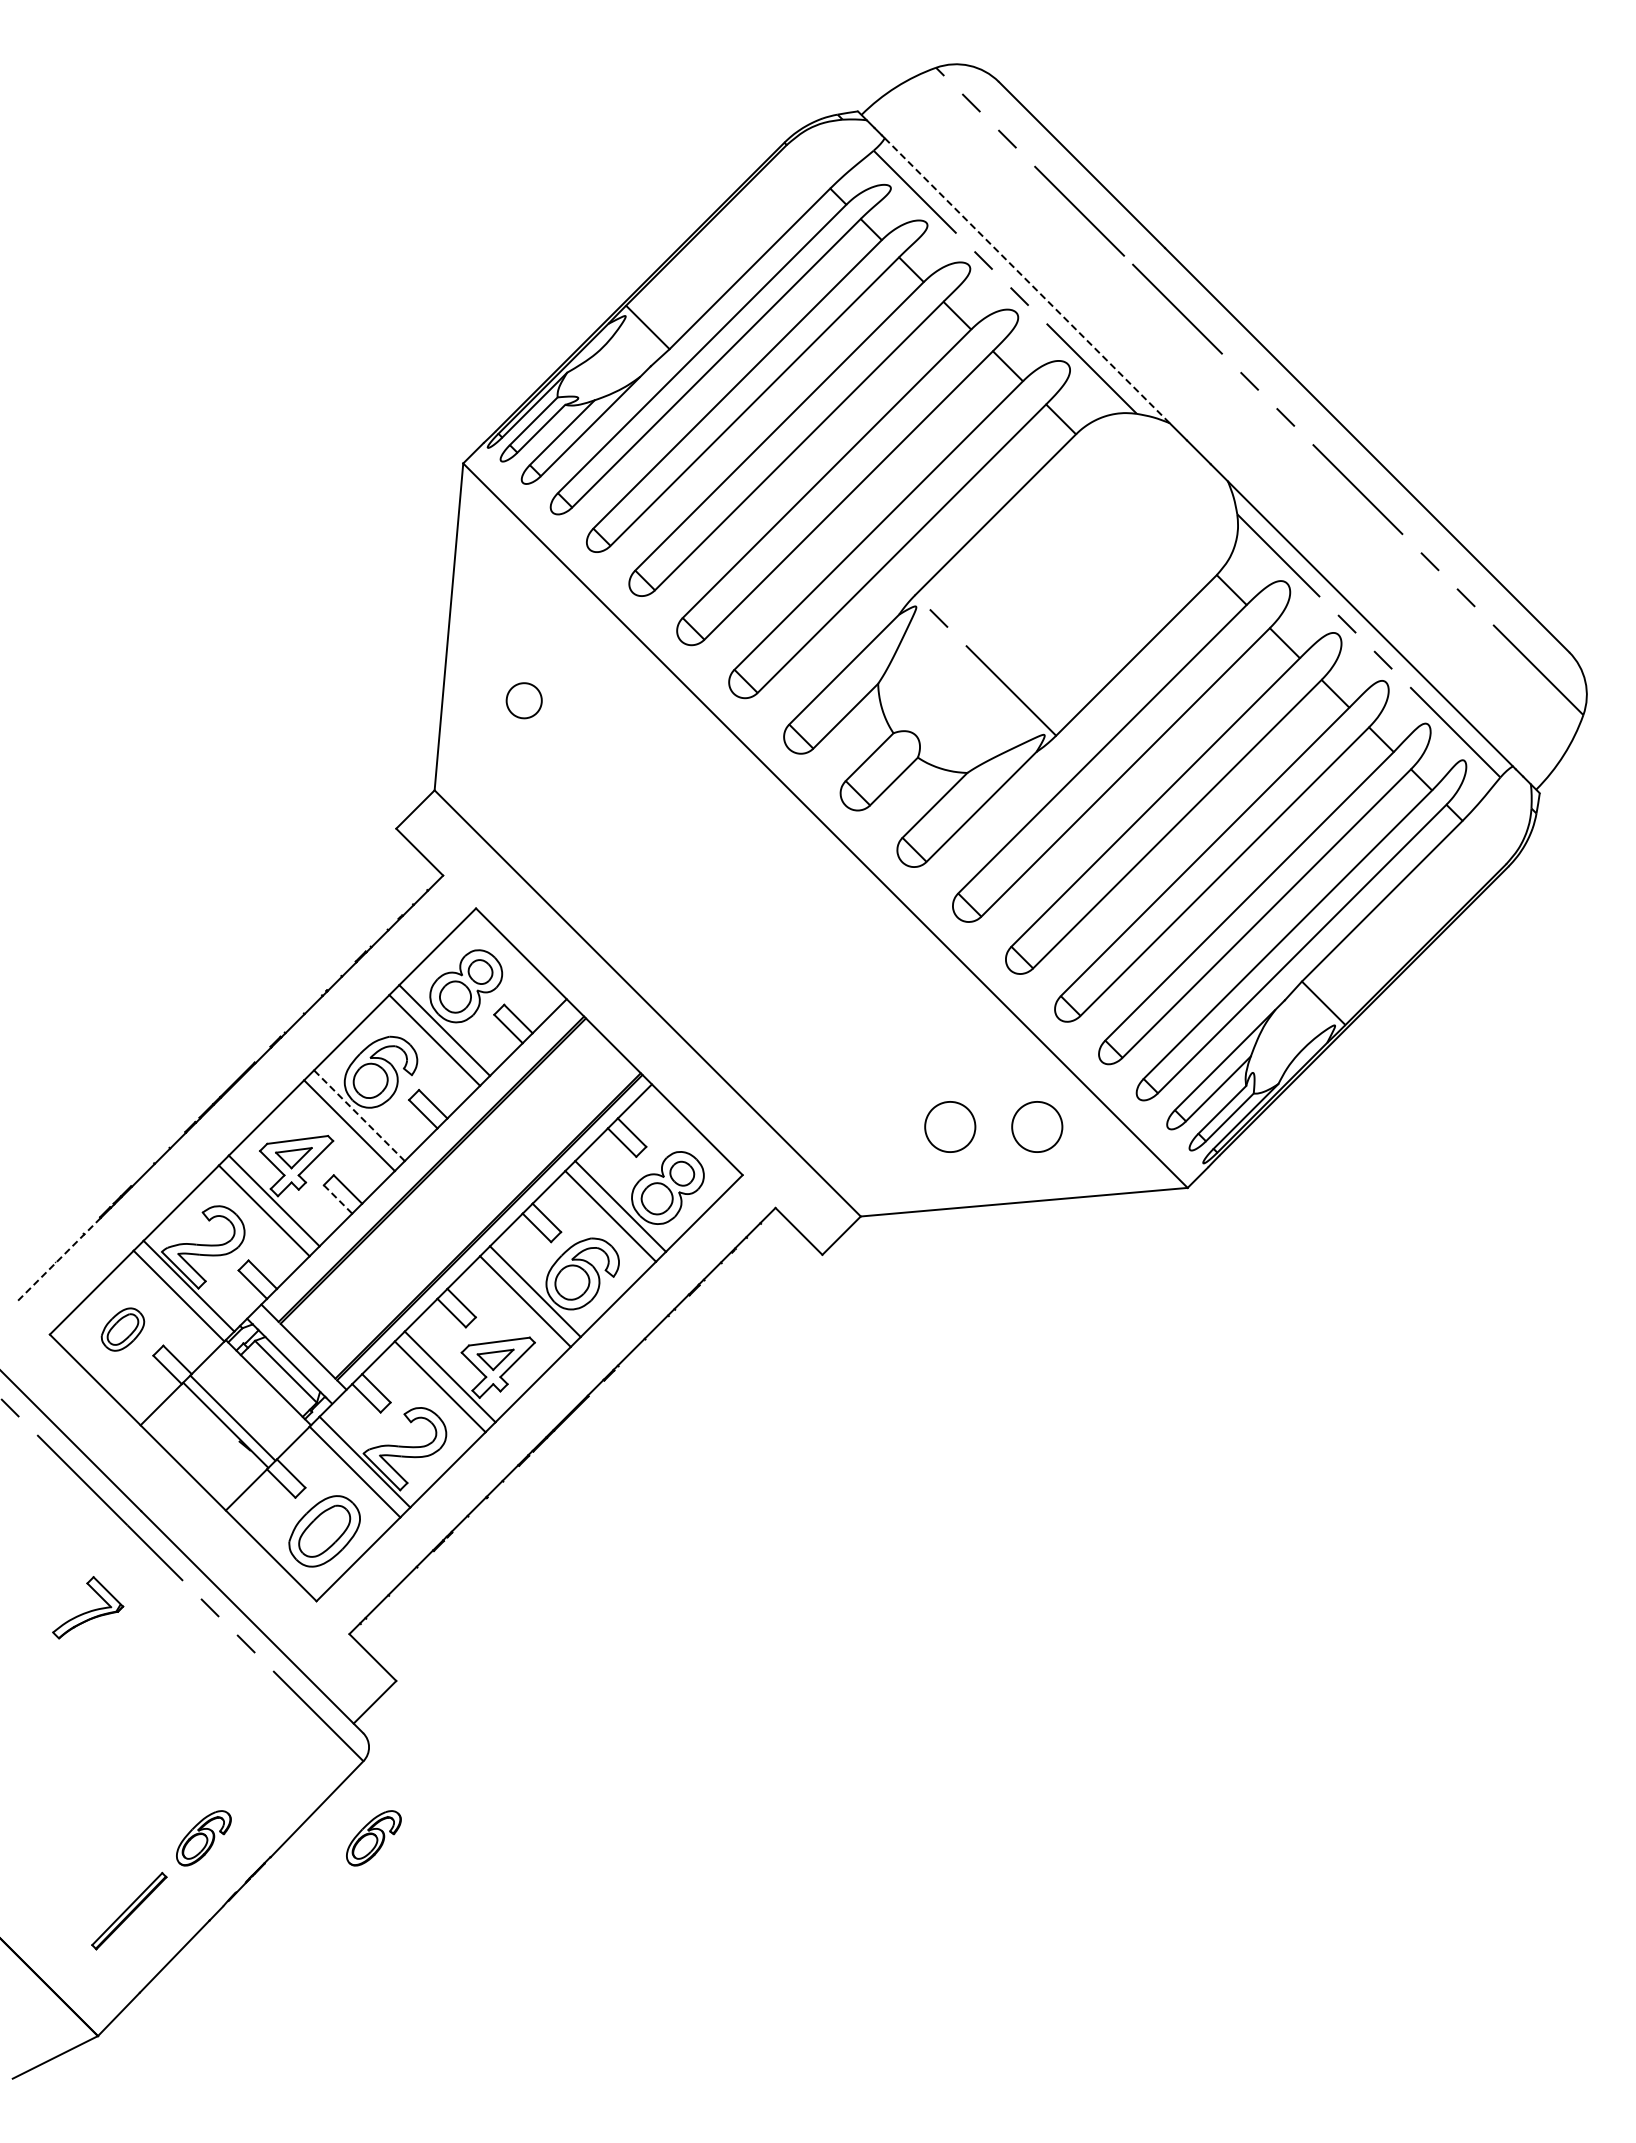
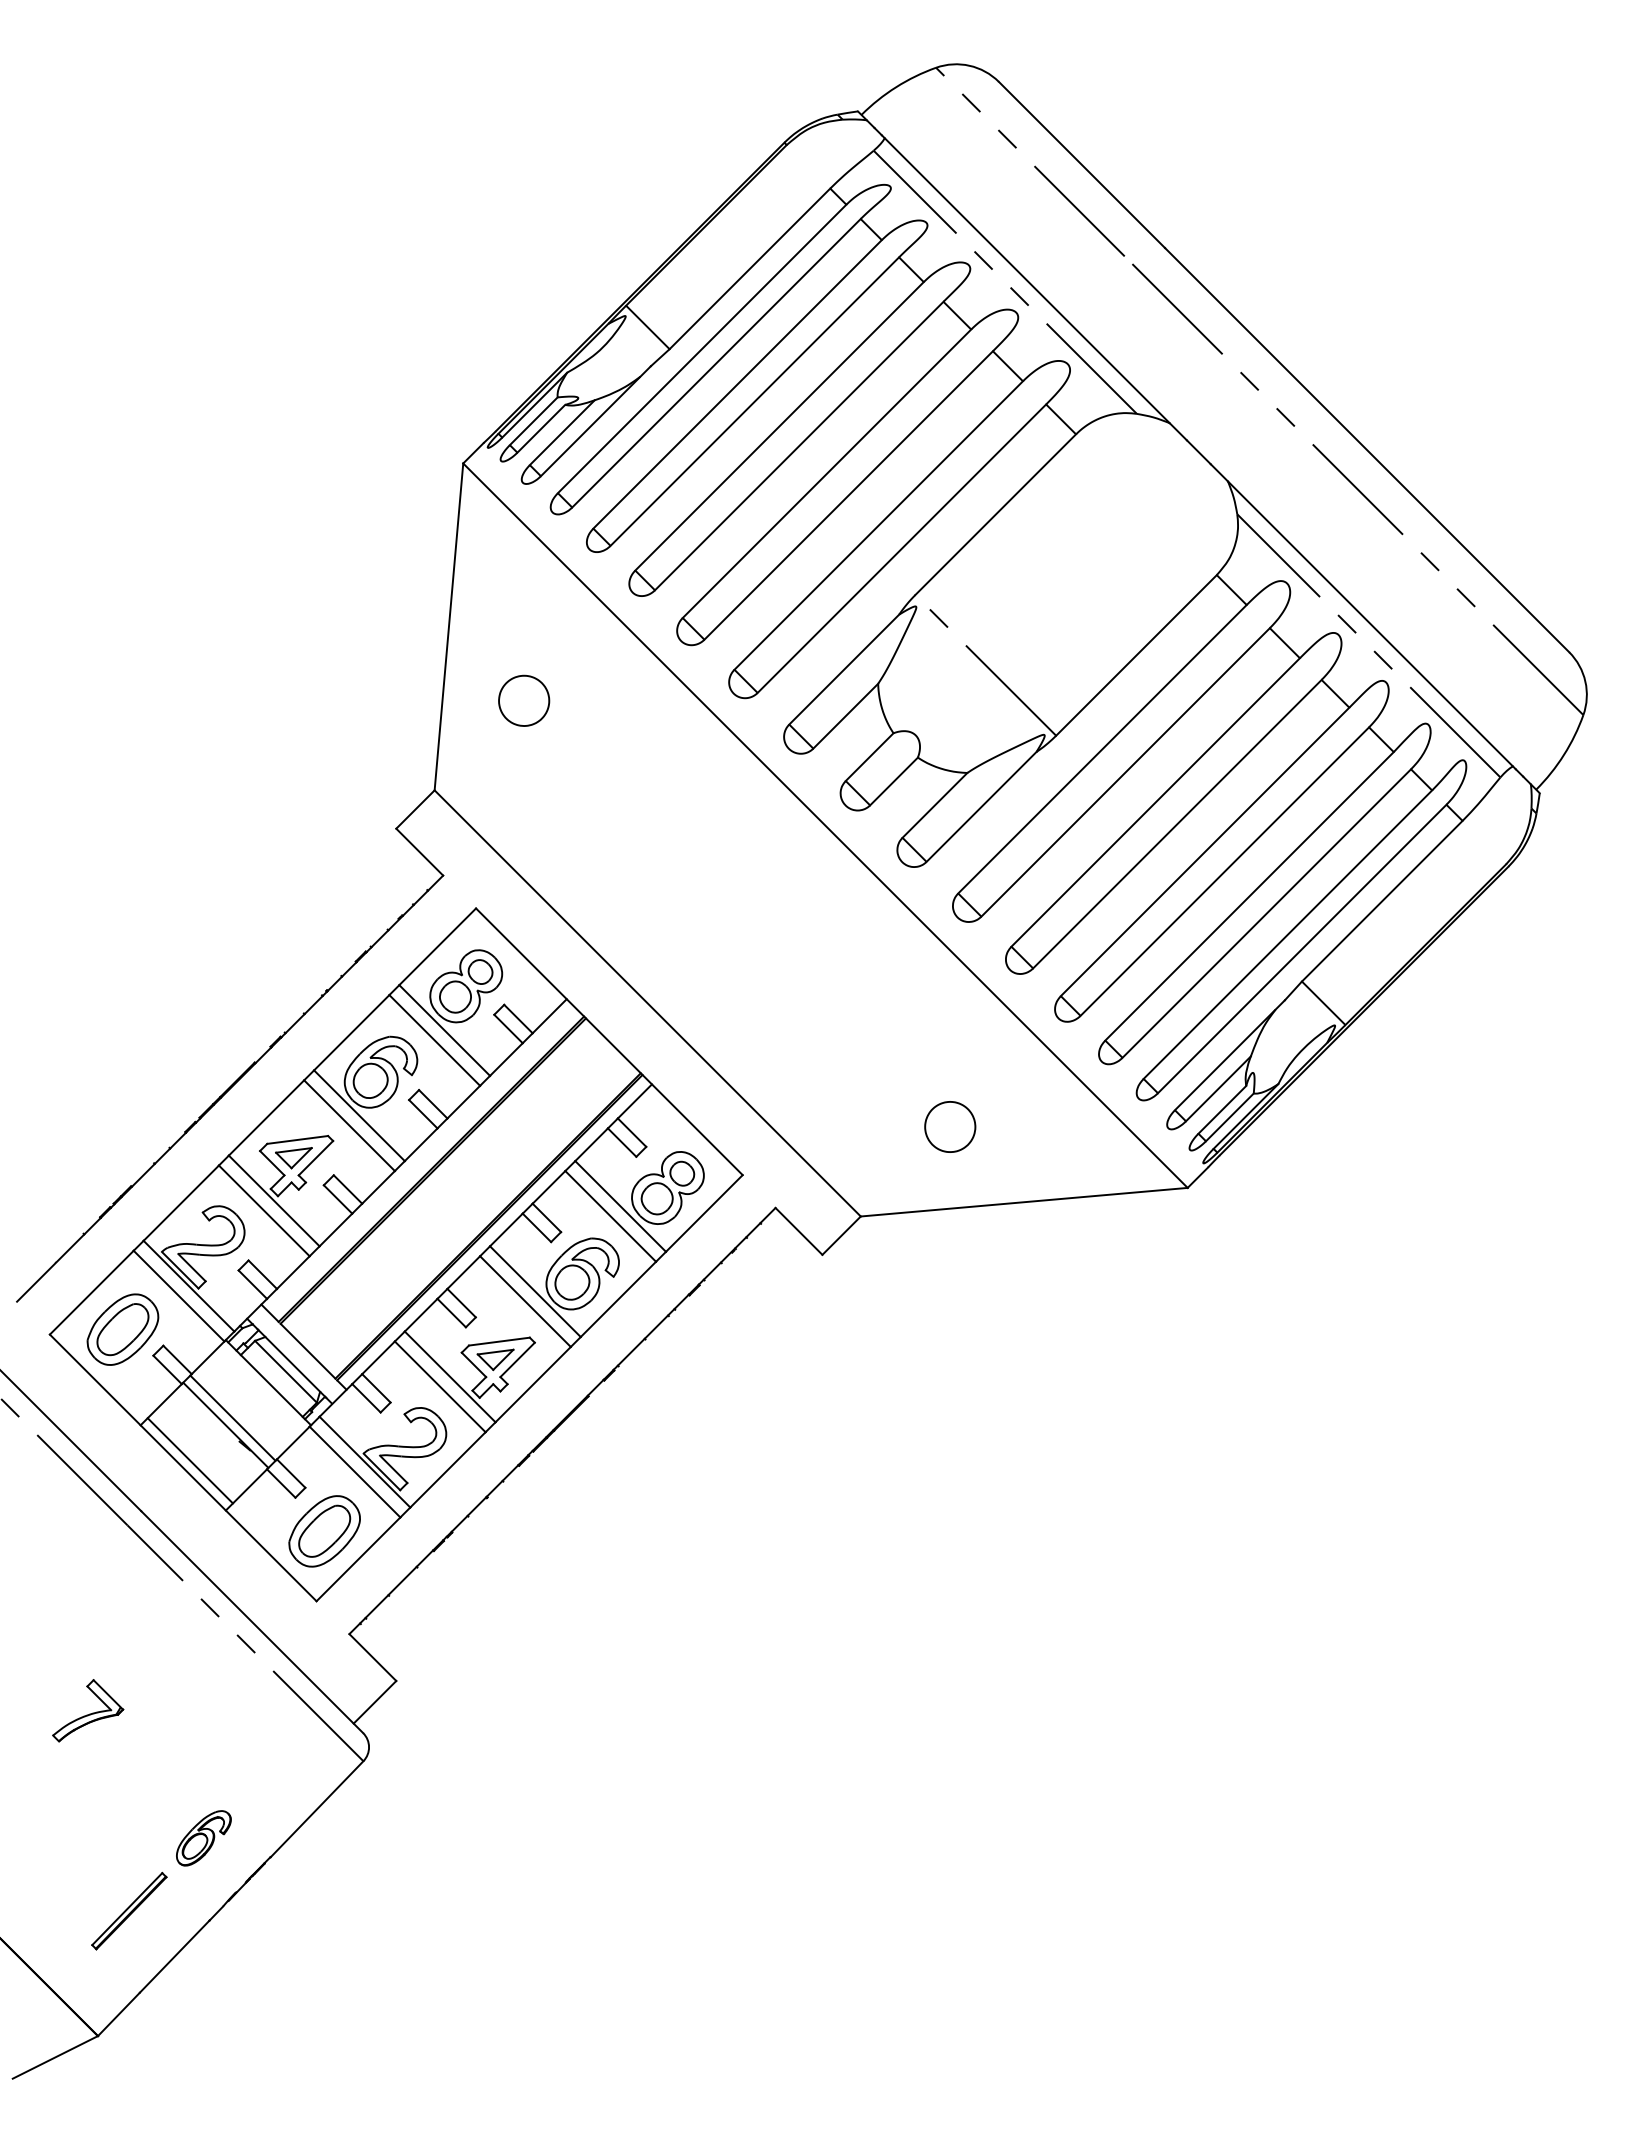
line at (1026, 280): dashed -> solid
part at (523, 700) size: 38x38 px -> 53x53 px
line at (359, 1115): dashed -> solid
part at (1037, 1126): present -> none
line at (338, 1199): dashed -> solid
line at (58, 1260): dashed -> solid
part at (122, 1329) size: 46x45 px -> 74x73 px
line at (189, 1460): none -> present
part at (88, 1607) position: (88, 1607) -> (88, 1710)
part at (373, 1838): present -> none
